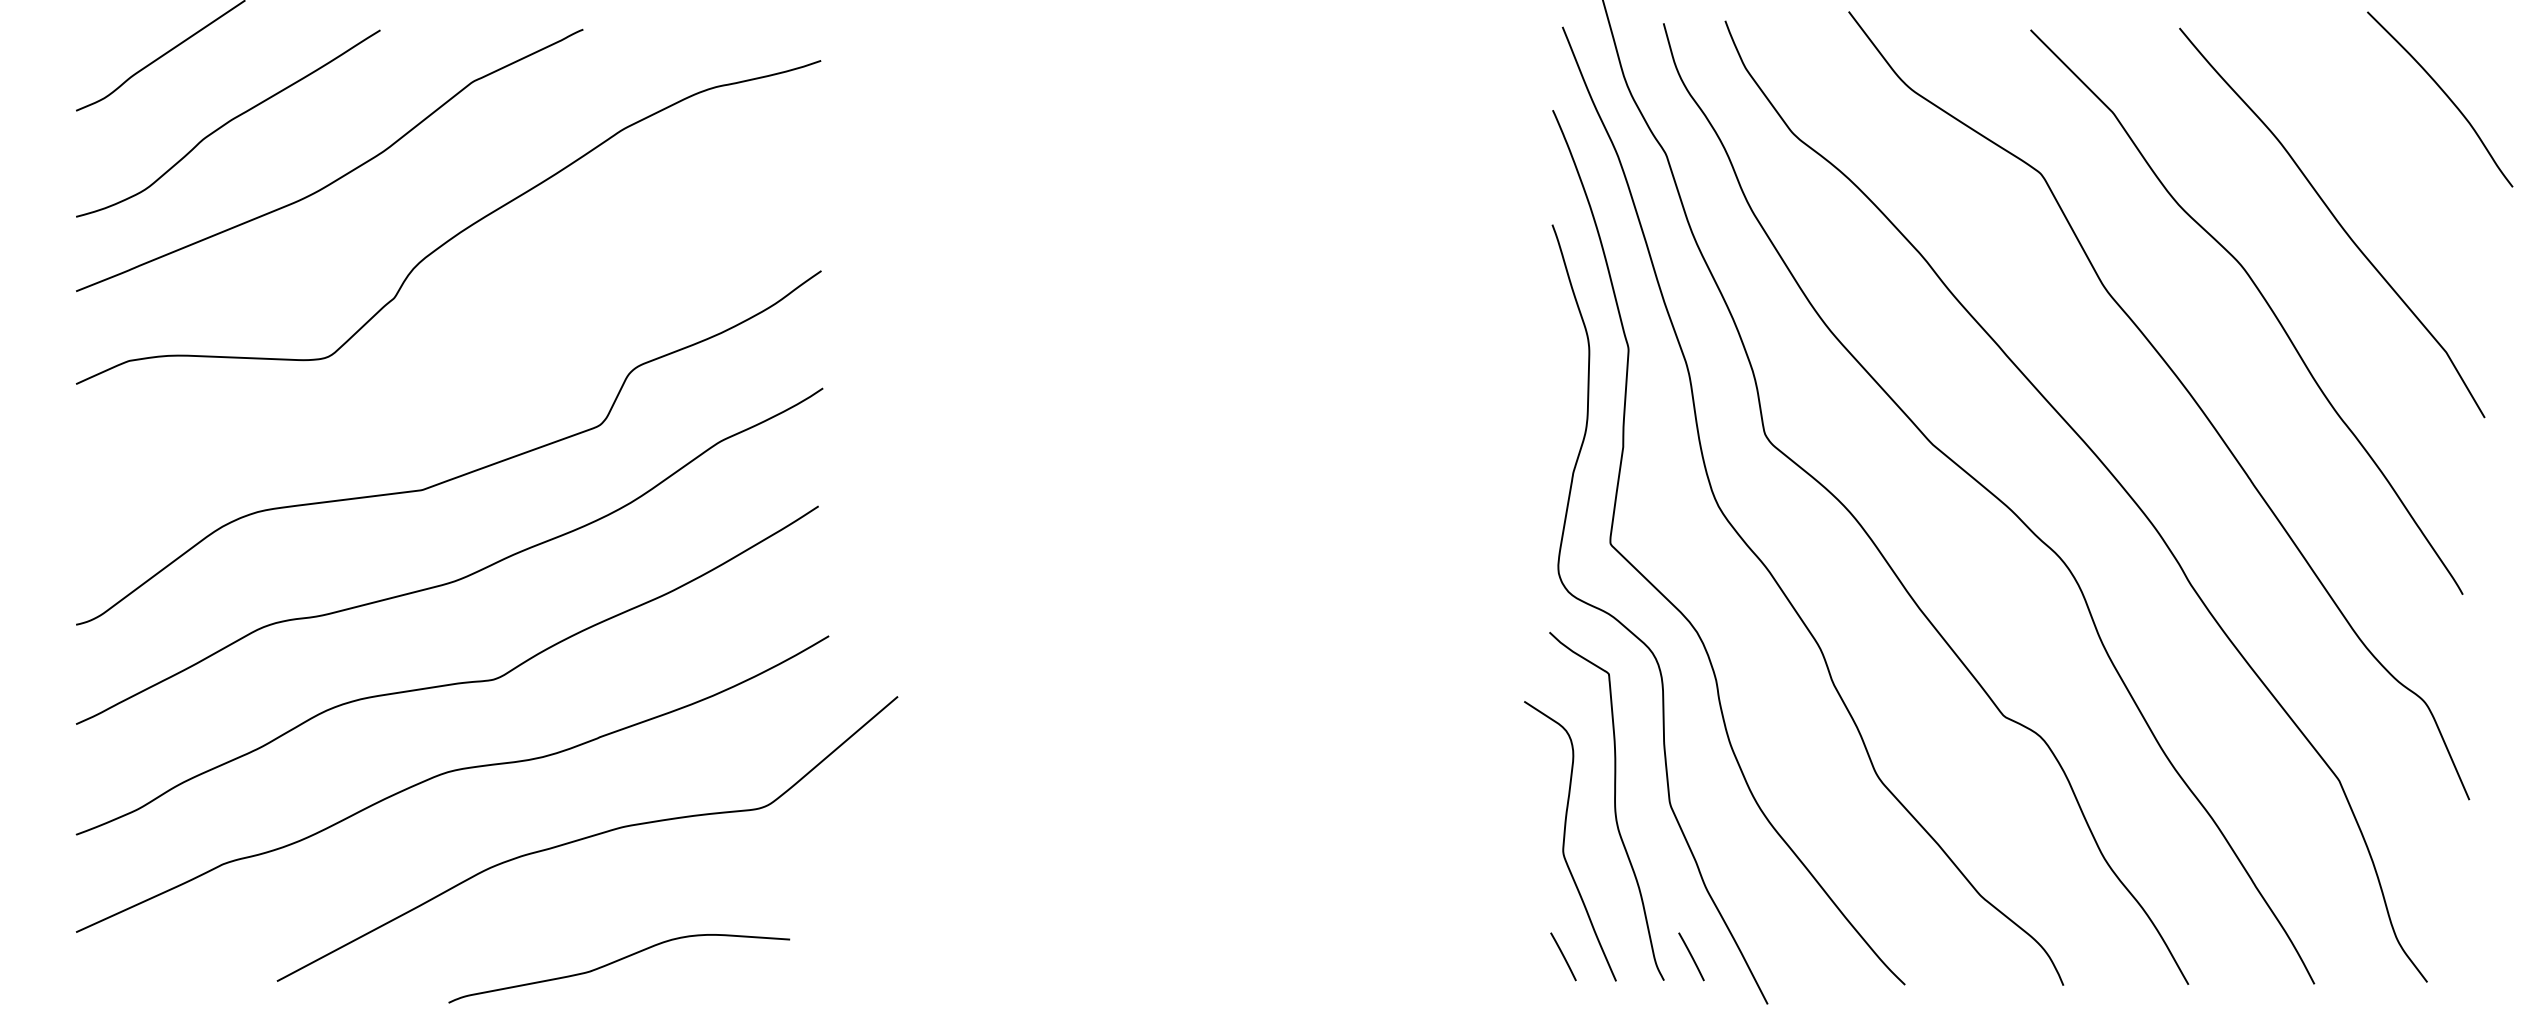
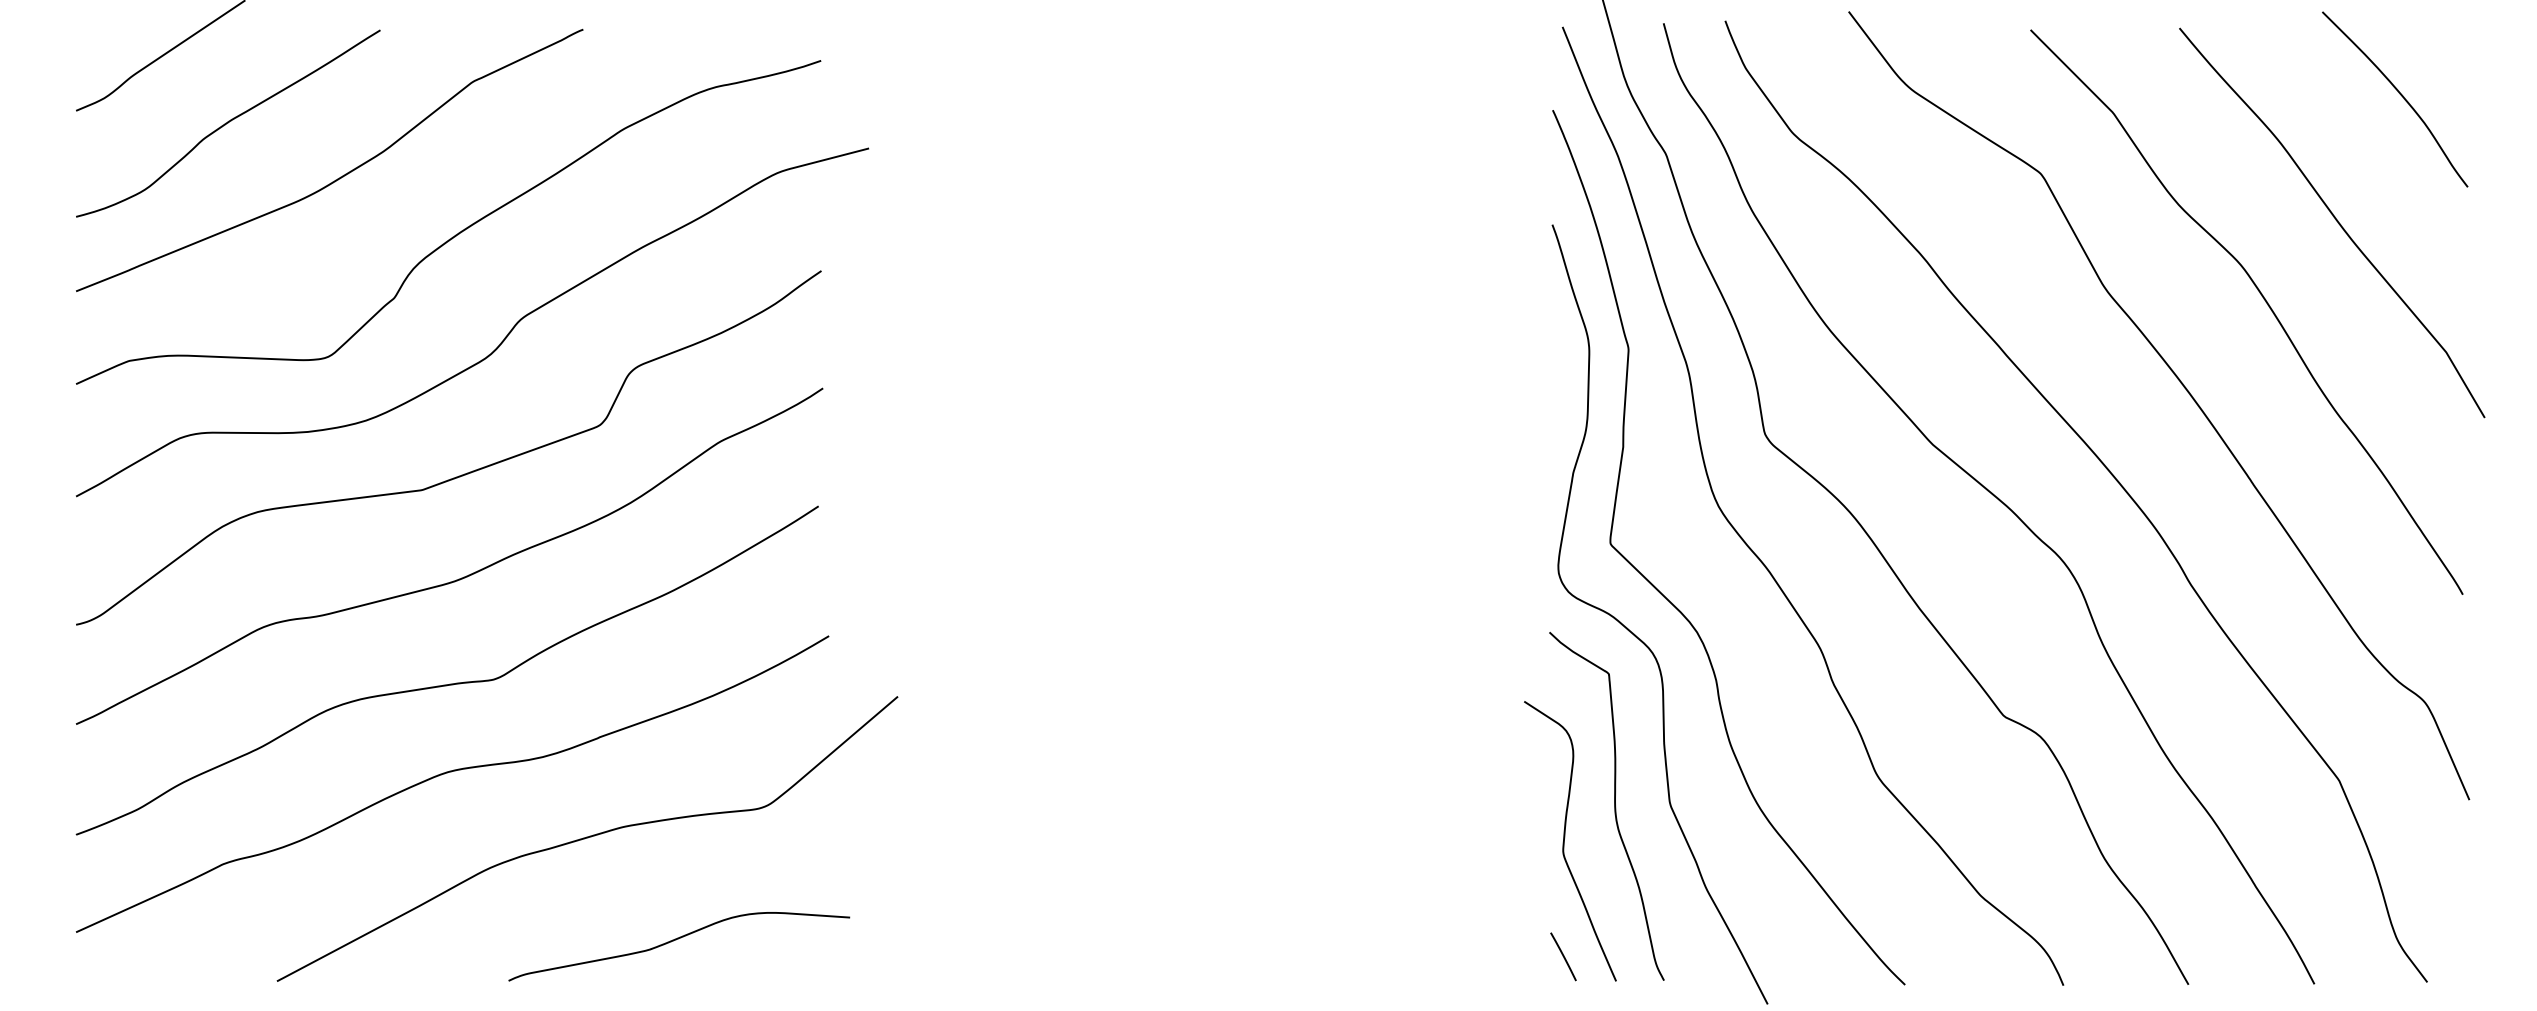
curve at (2444, 94) position: (2444, 94) -> (2399, 94)
curve at (500, 342): none -> present
line at (1691, 956): present -> none
curve at (616, 962) position: (616, 962) -> (676, 940)
